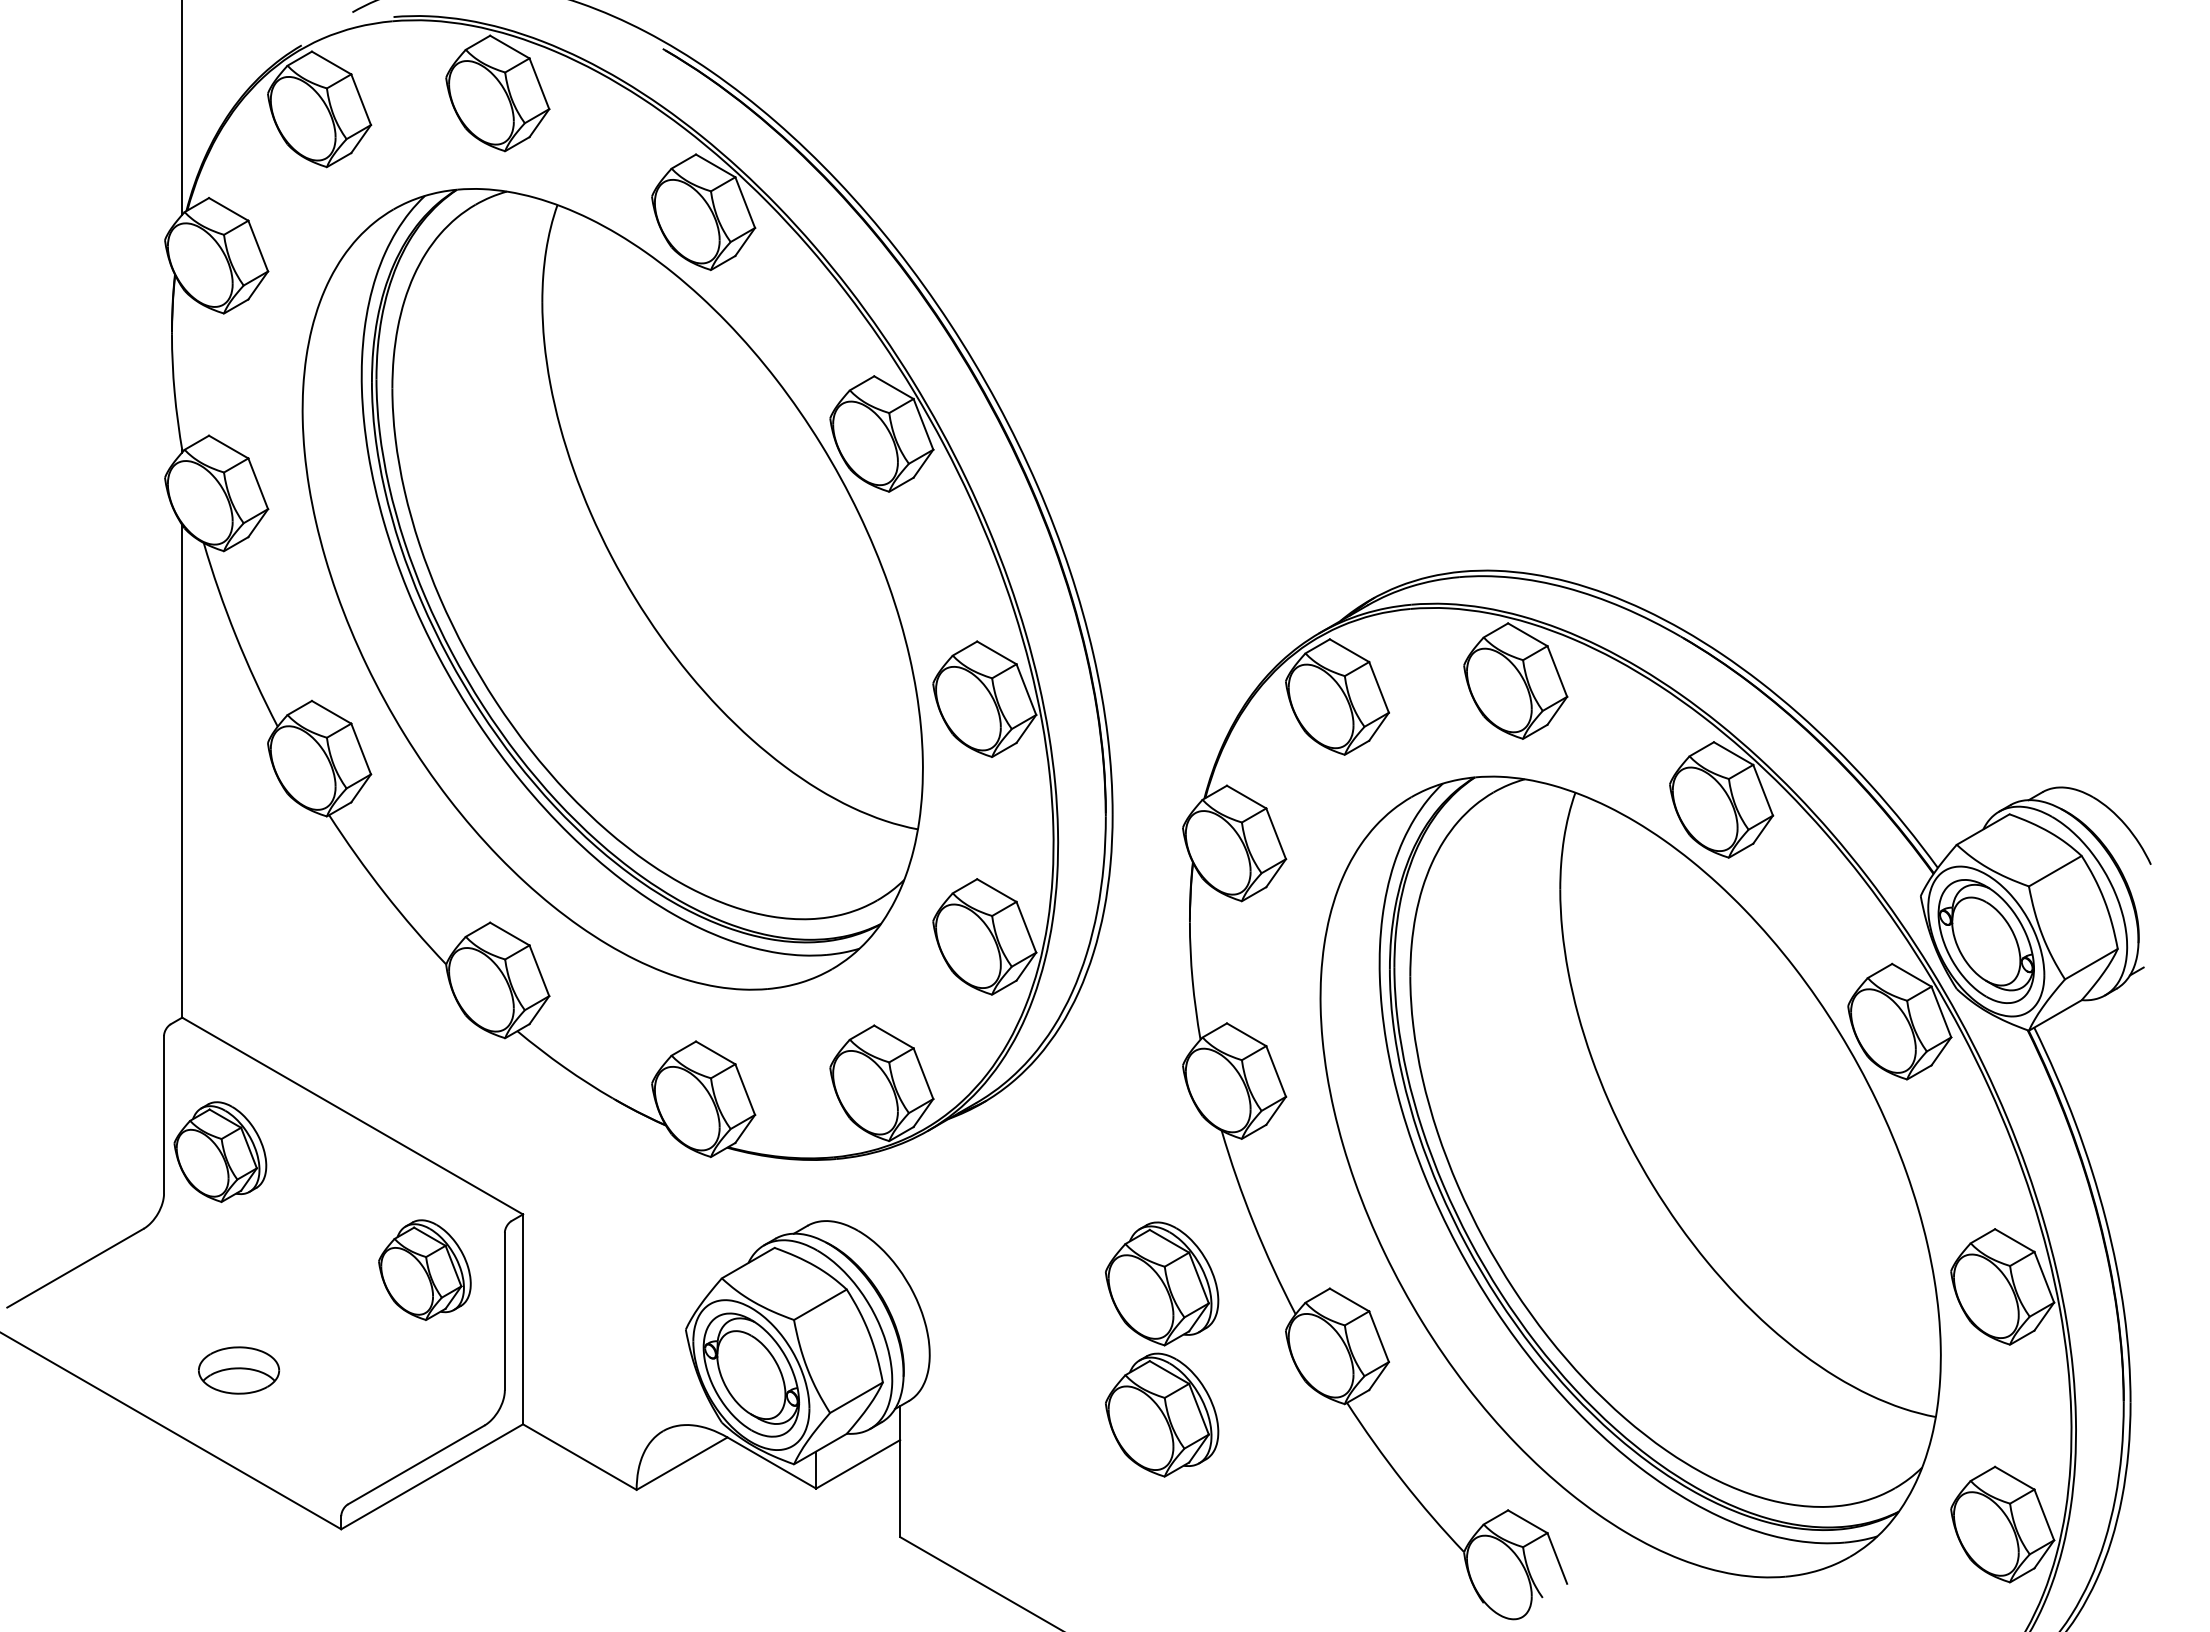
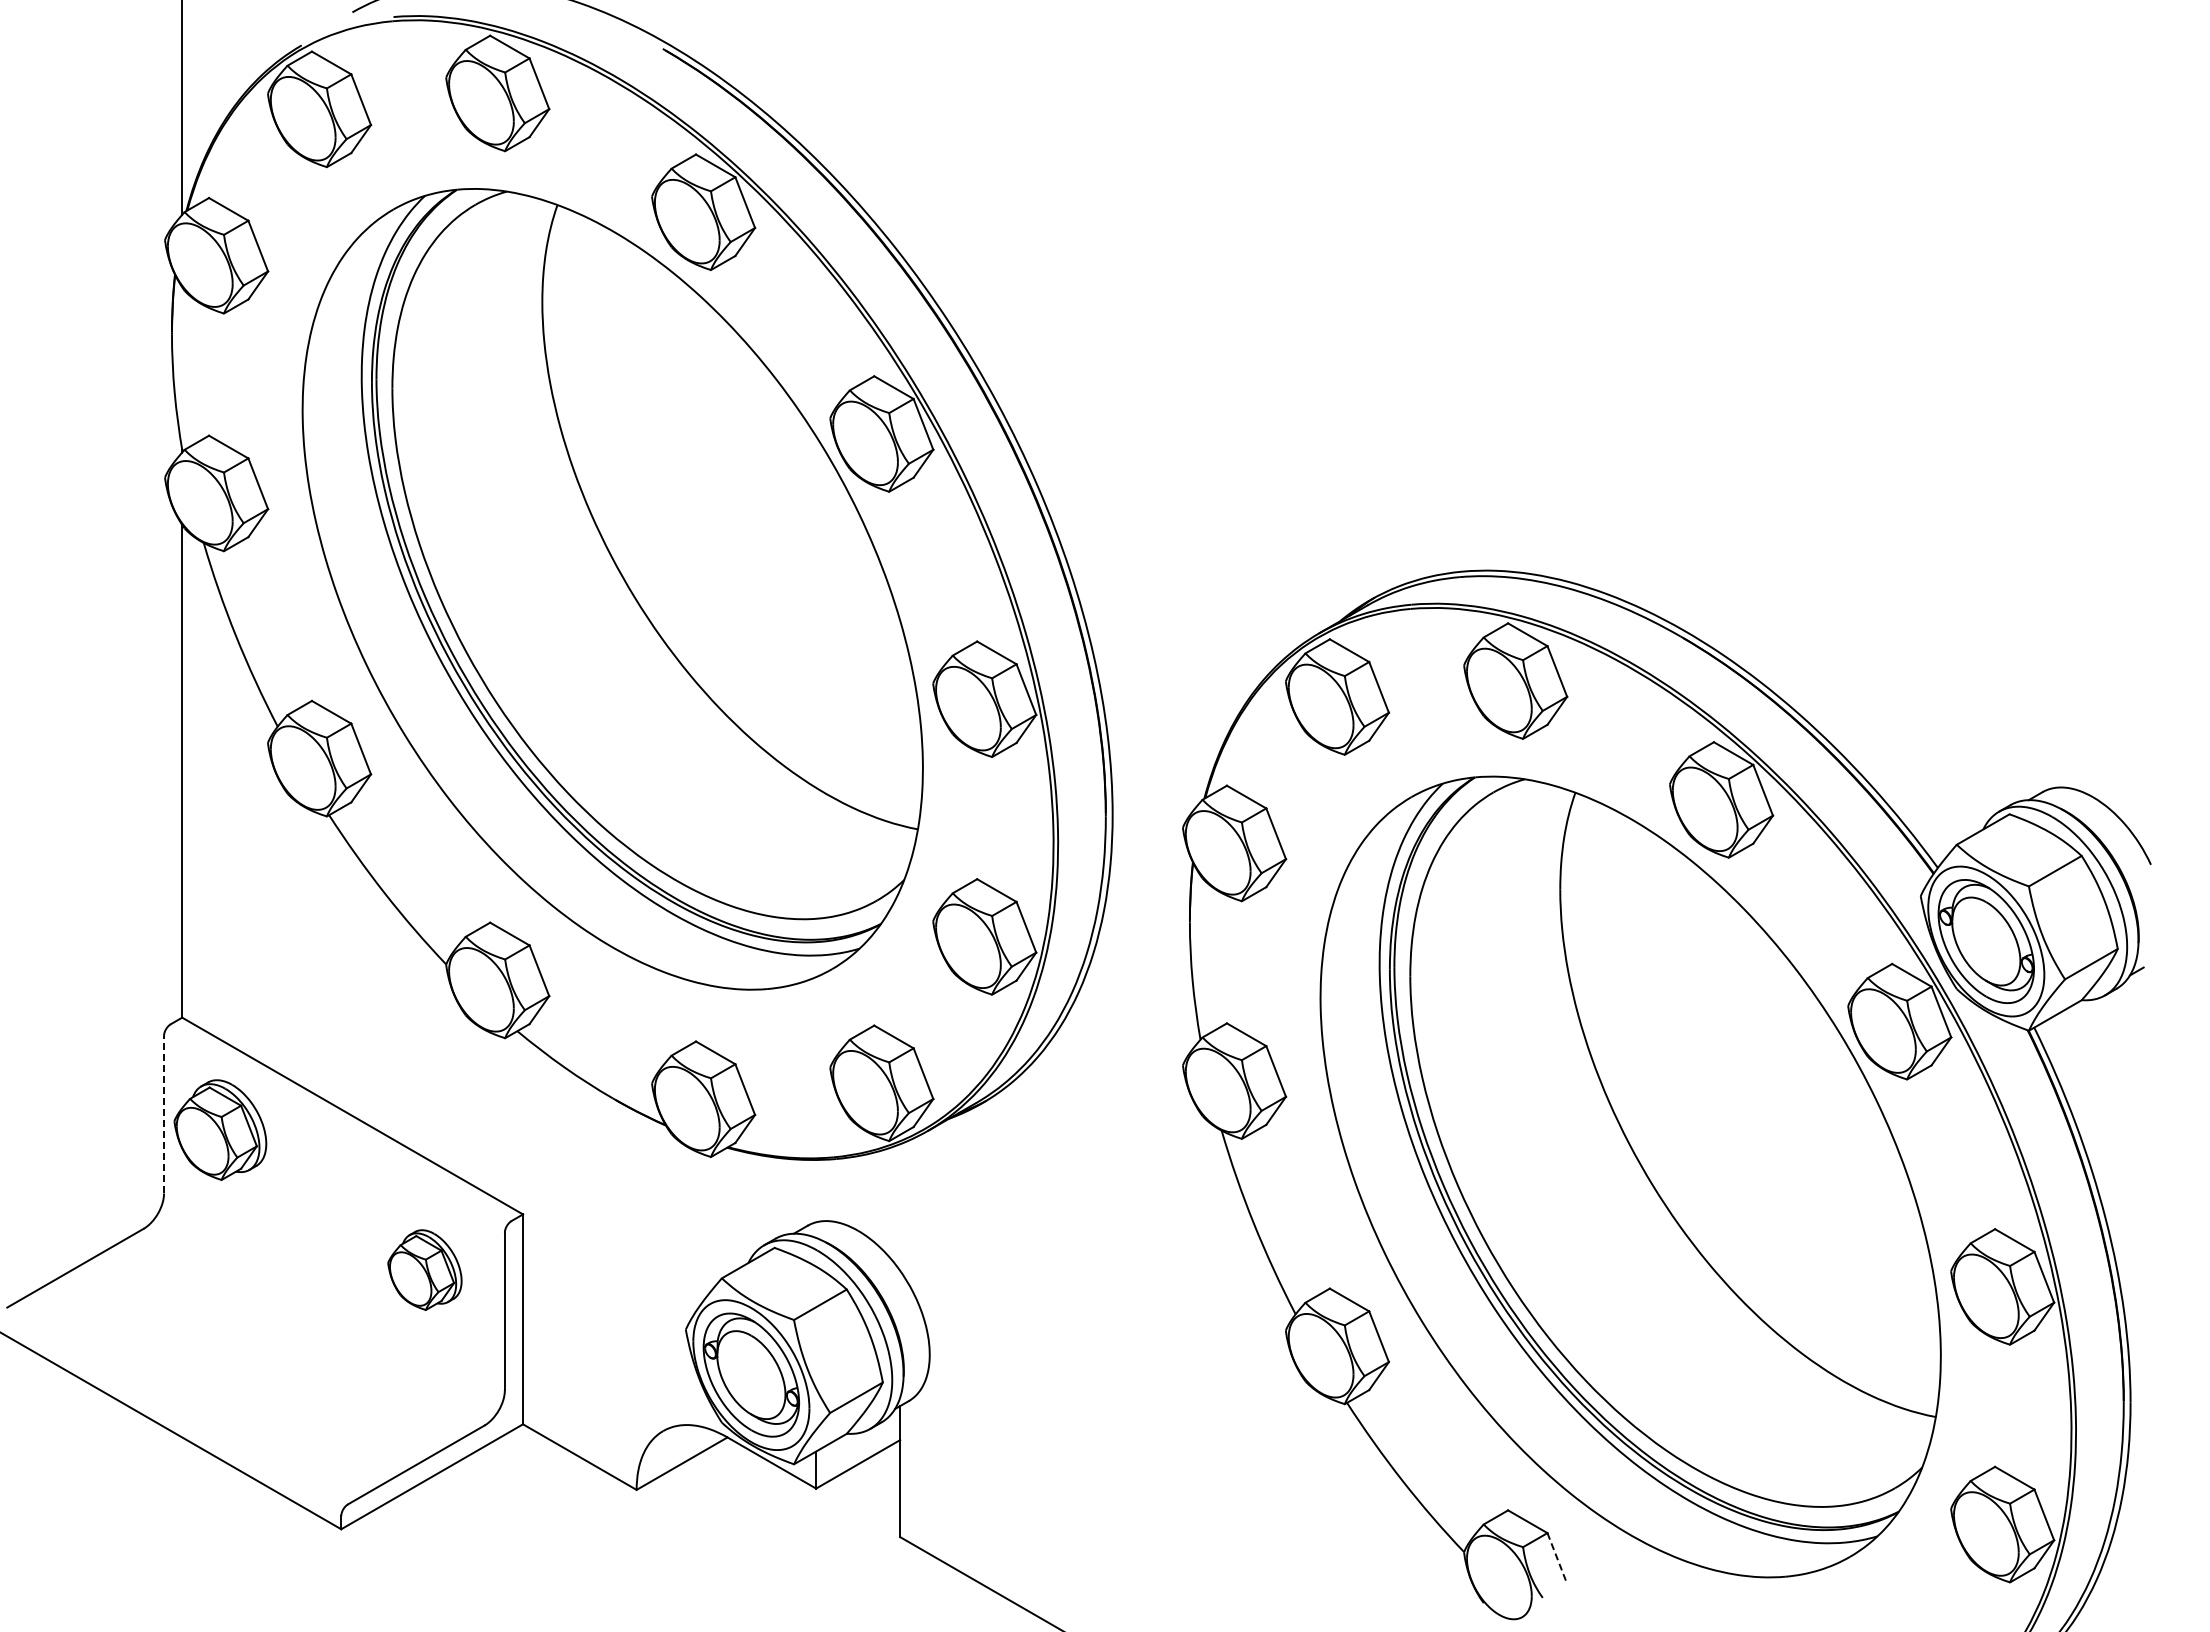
line at (164, 1114): solid -> dashed
part at (220, 1151) position: (220, 1151) -> (220, 1129)
part at (424, 1269) size: 94x102 px -> 76x83 px
part at (1161, 1349): present -> none
part at (239, 1370): present -> none
line at (1557, 1558): solid -> dashed
